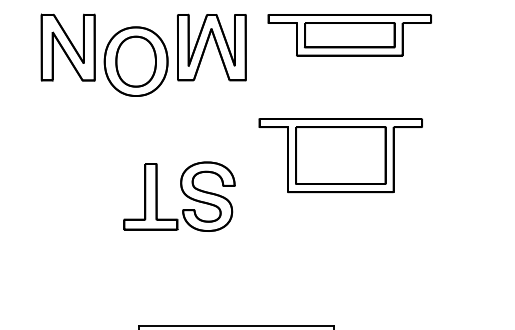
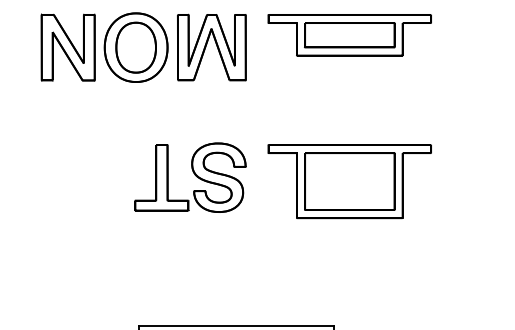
part at (135, 61) position: (135, 61) -> (135, 47)
part at (340, 155) position: (340, 155) -> (349, 181)
part at (179, 196) position: (179, 196) -> (190, 177)
